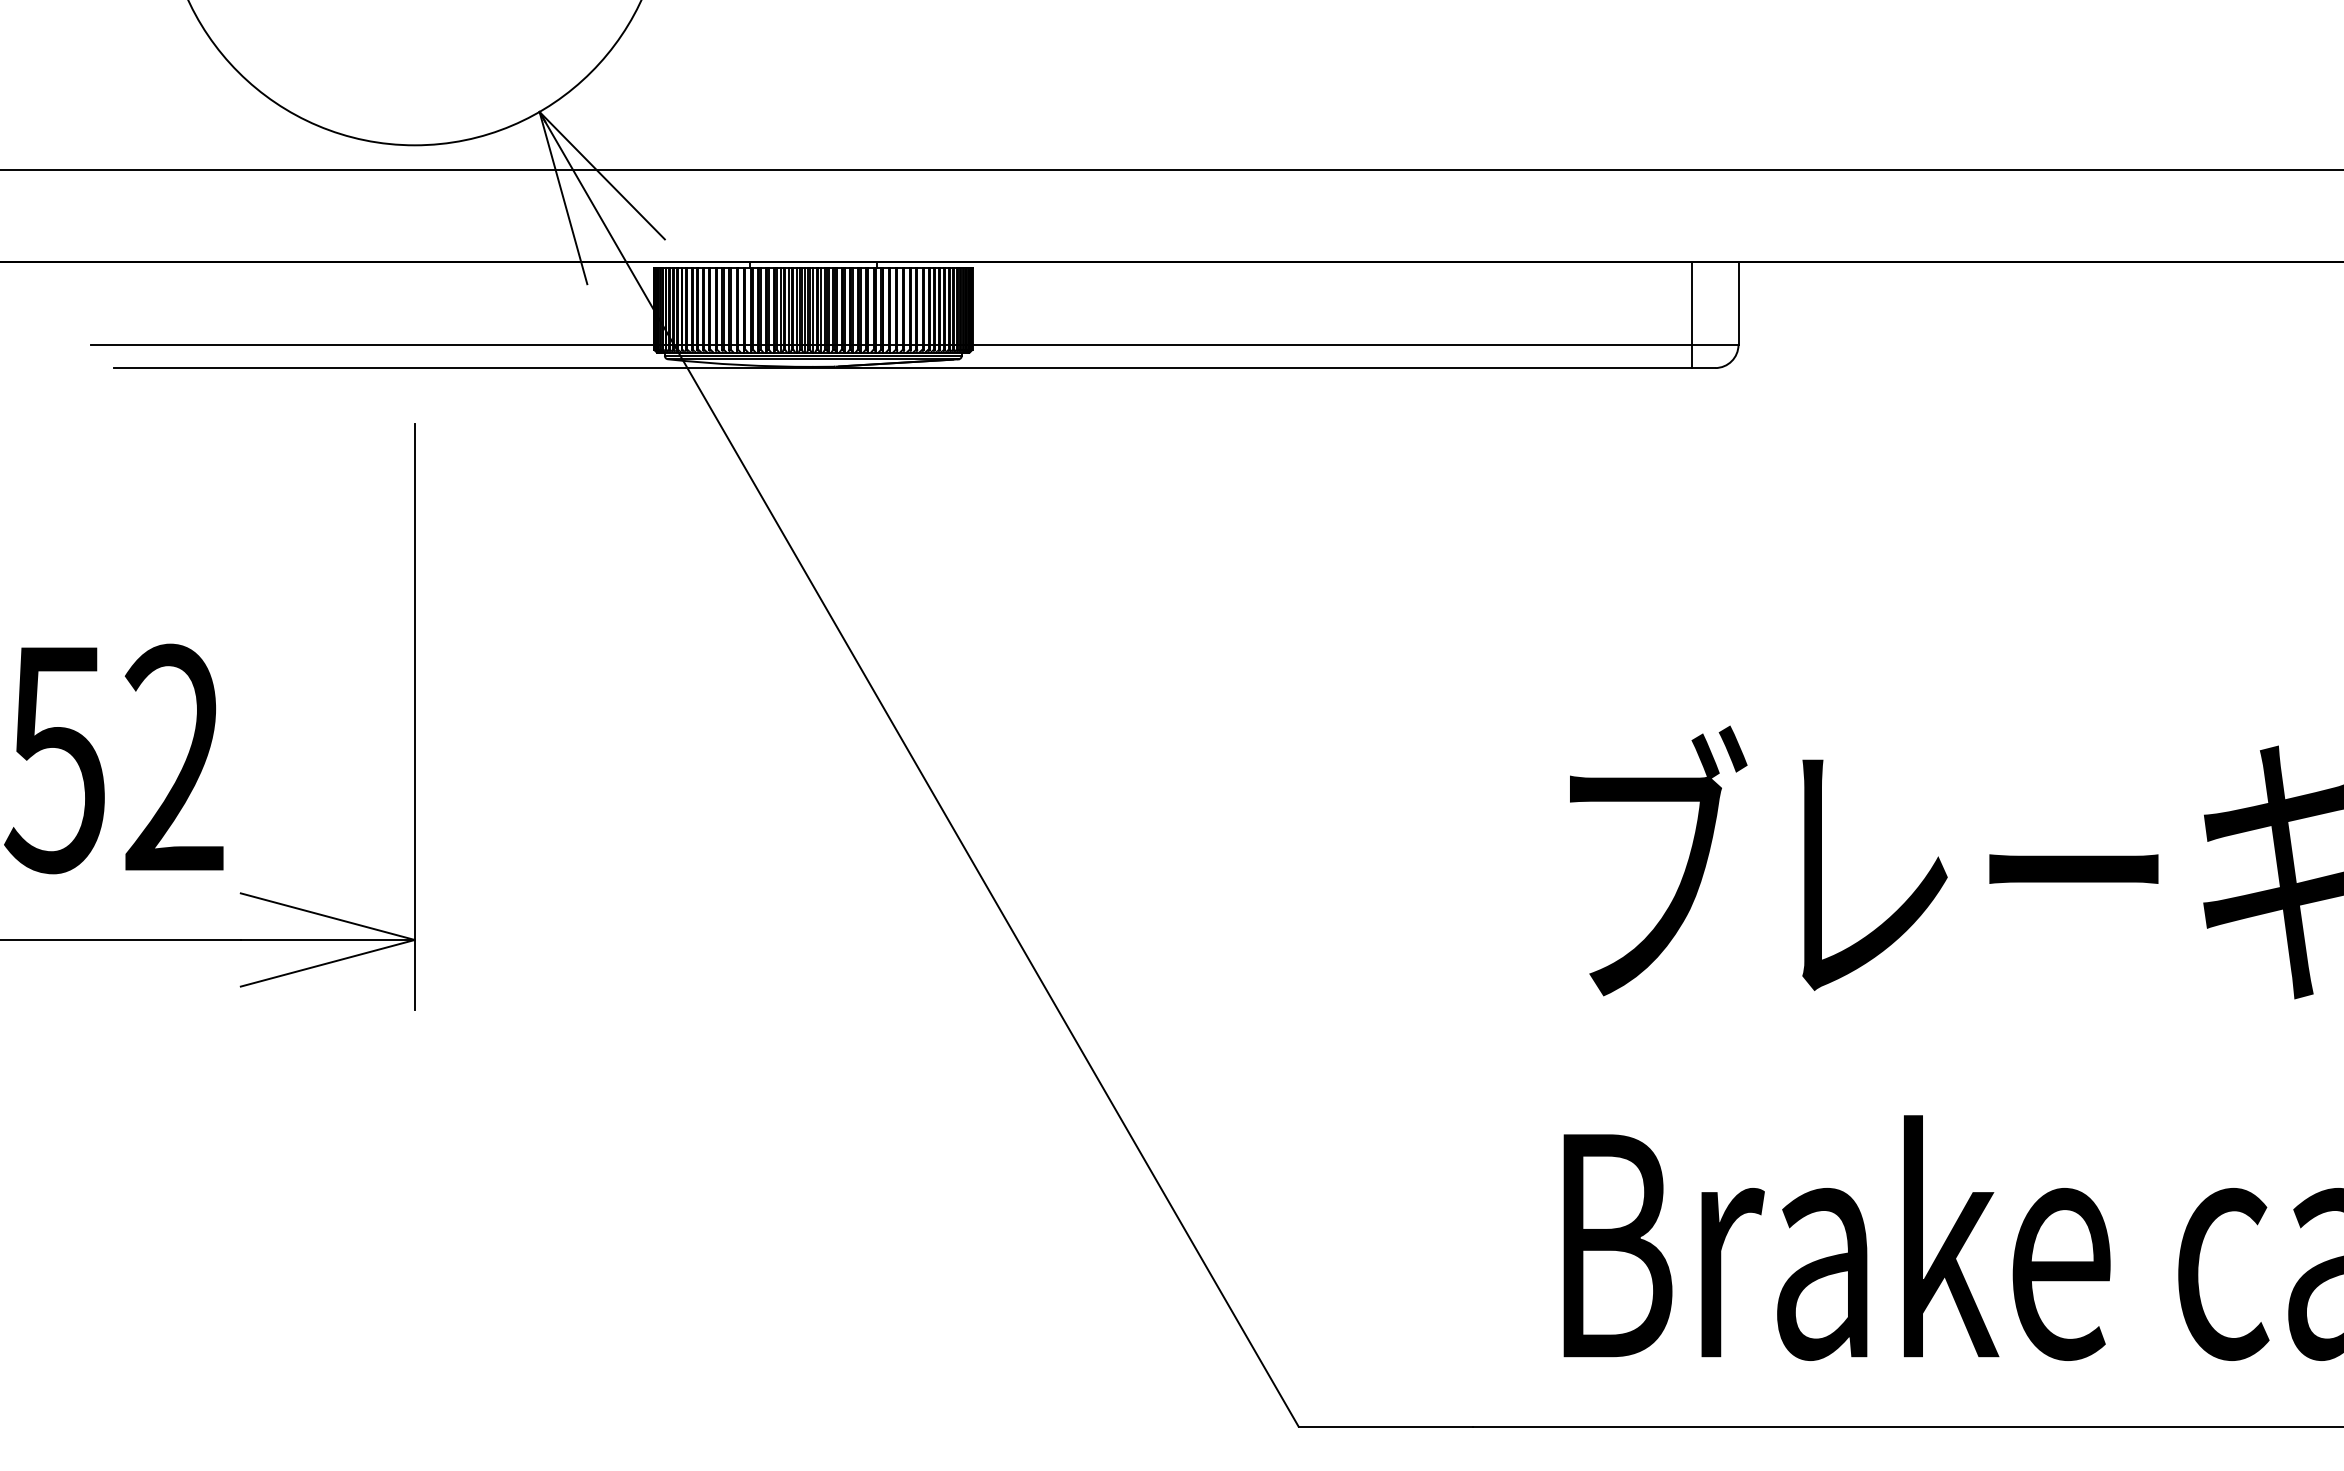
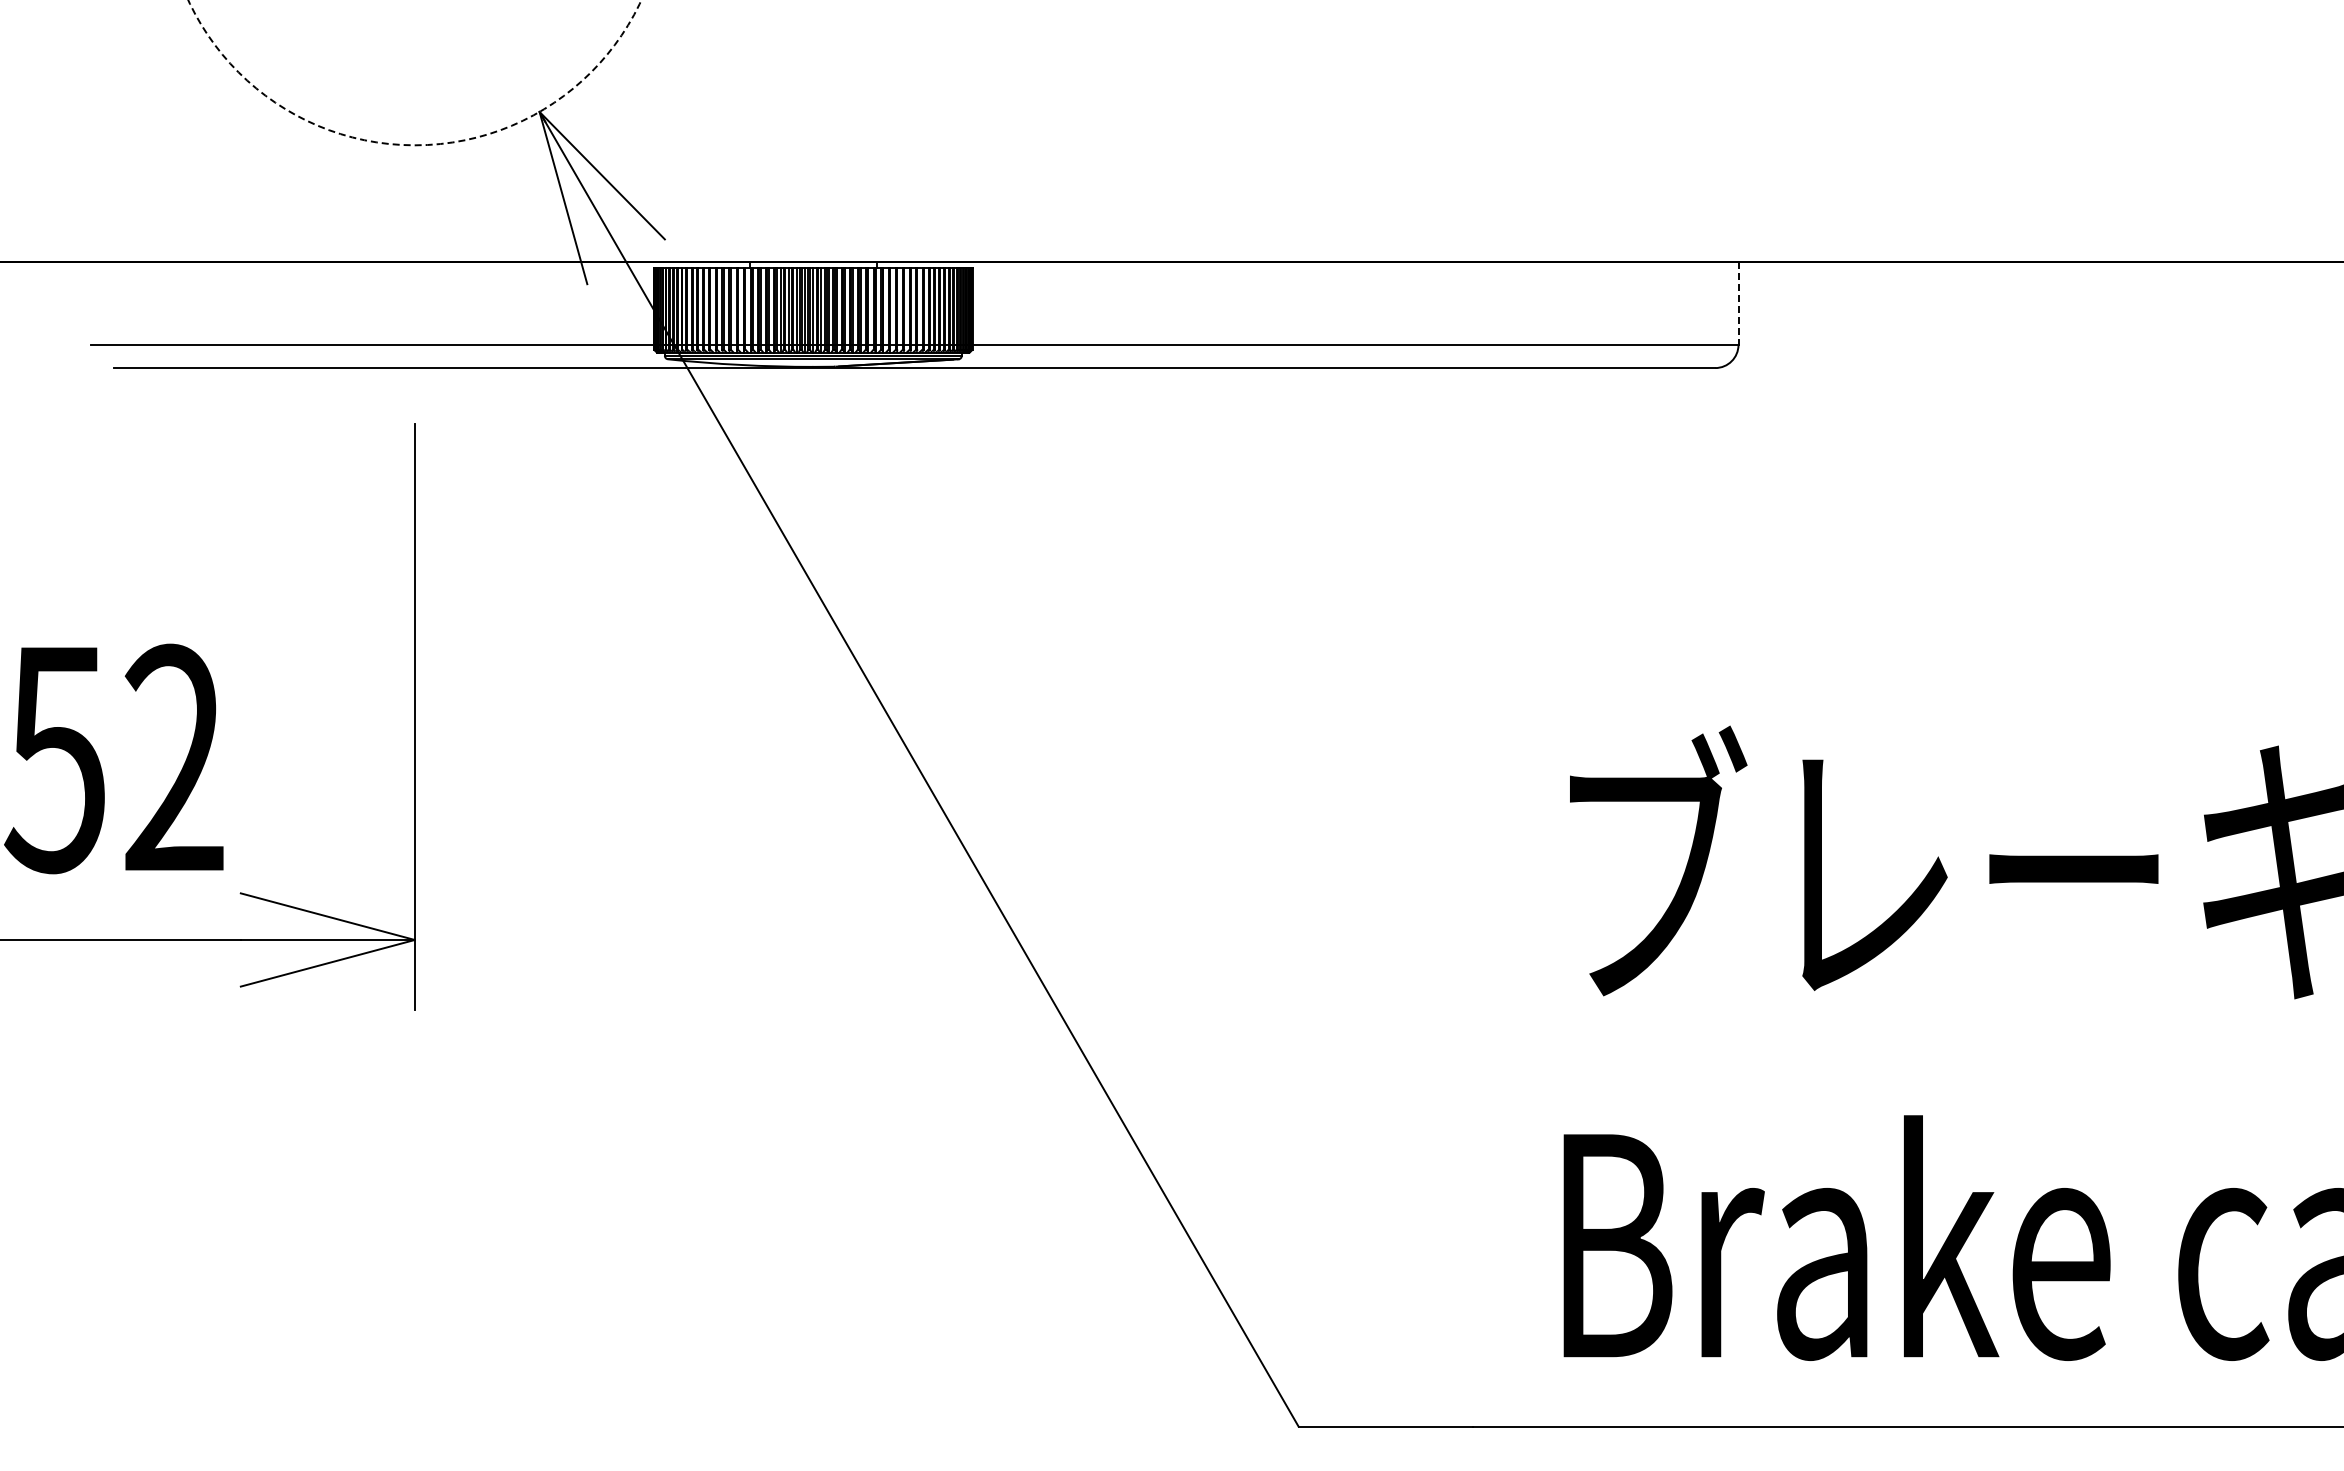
circle at (414, 72): solid -> dashed
line at (1171, 169): present -> none
line at (1738, 304): solid -> dashed
line at (1692, 315): present -> none
